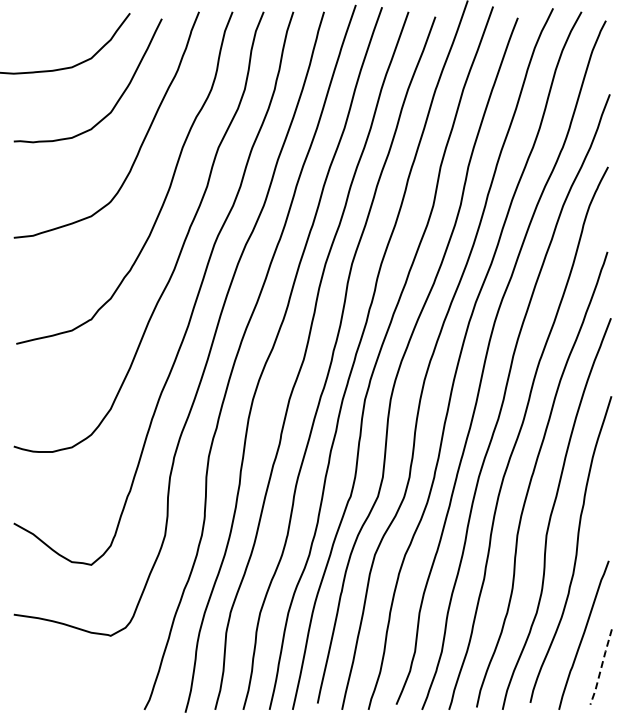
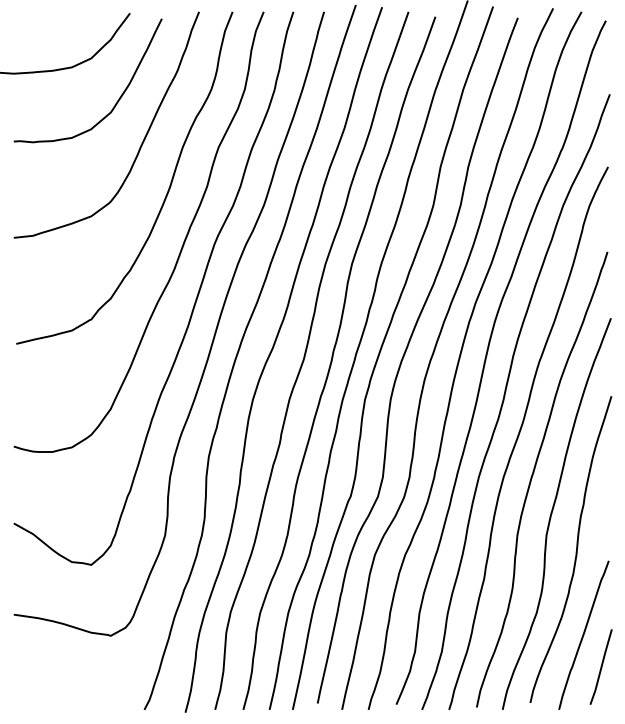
line at (601, 667): dashed -> solid
